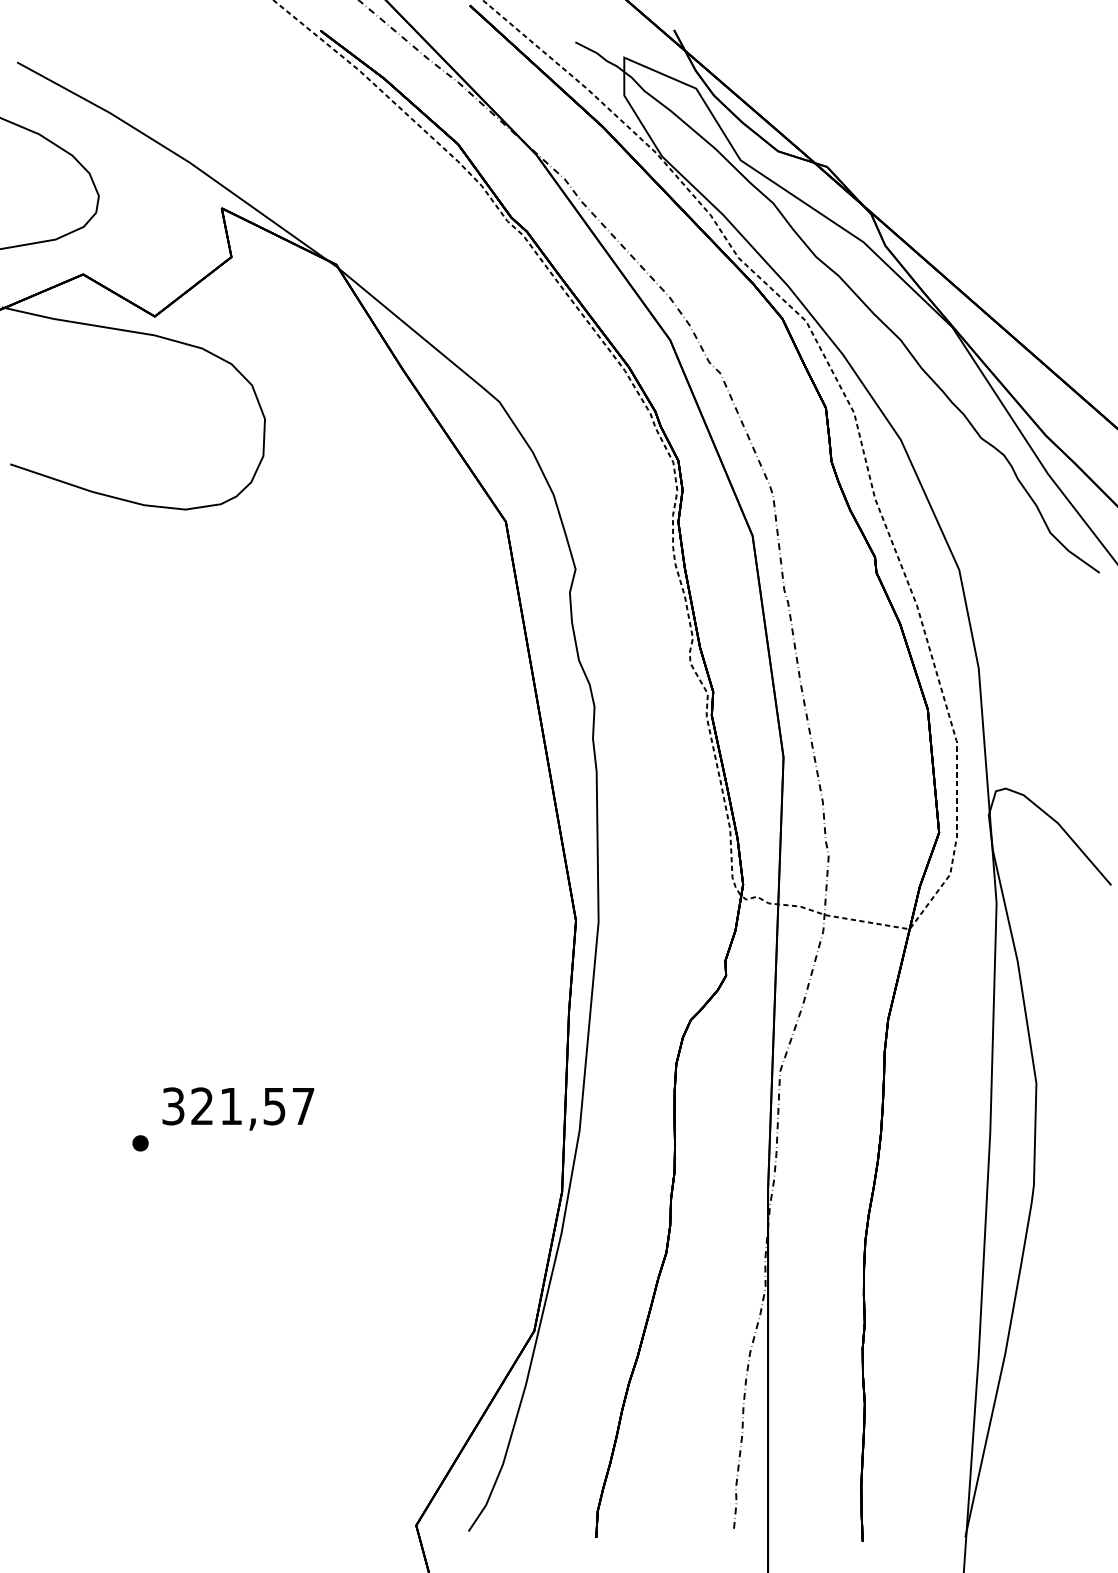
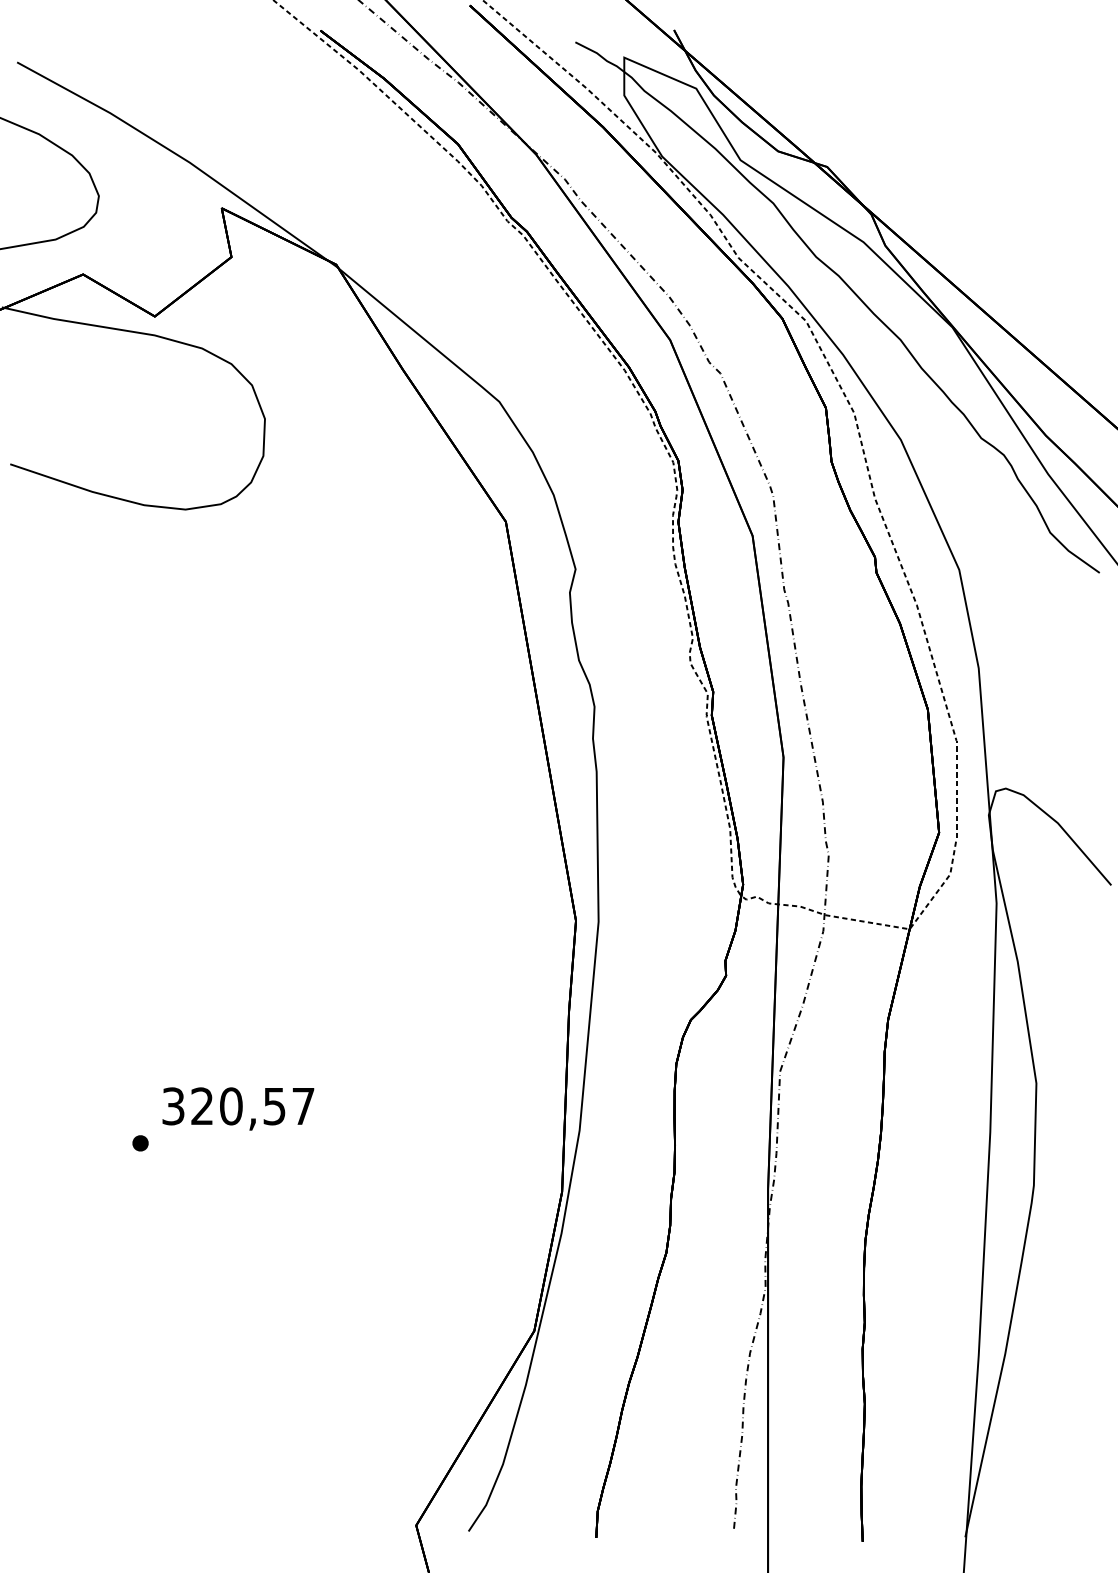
text at (231, 1106): 321,57 -> 320,57
